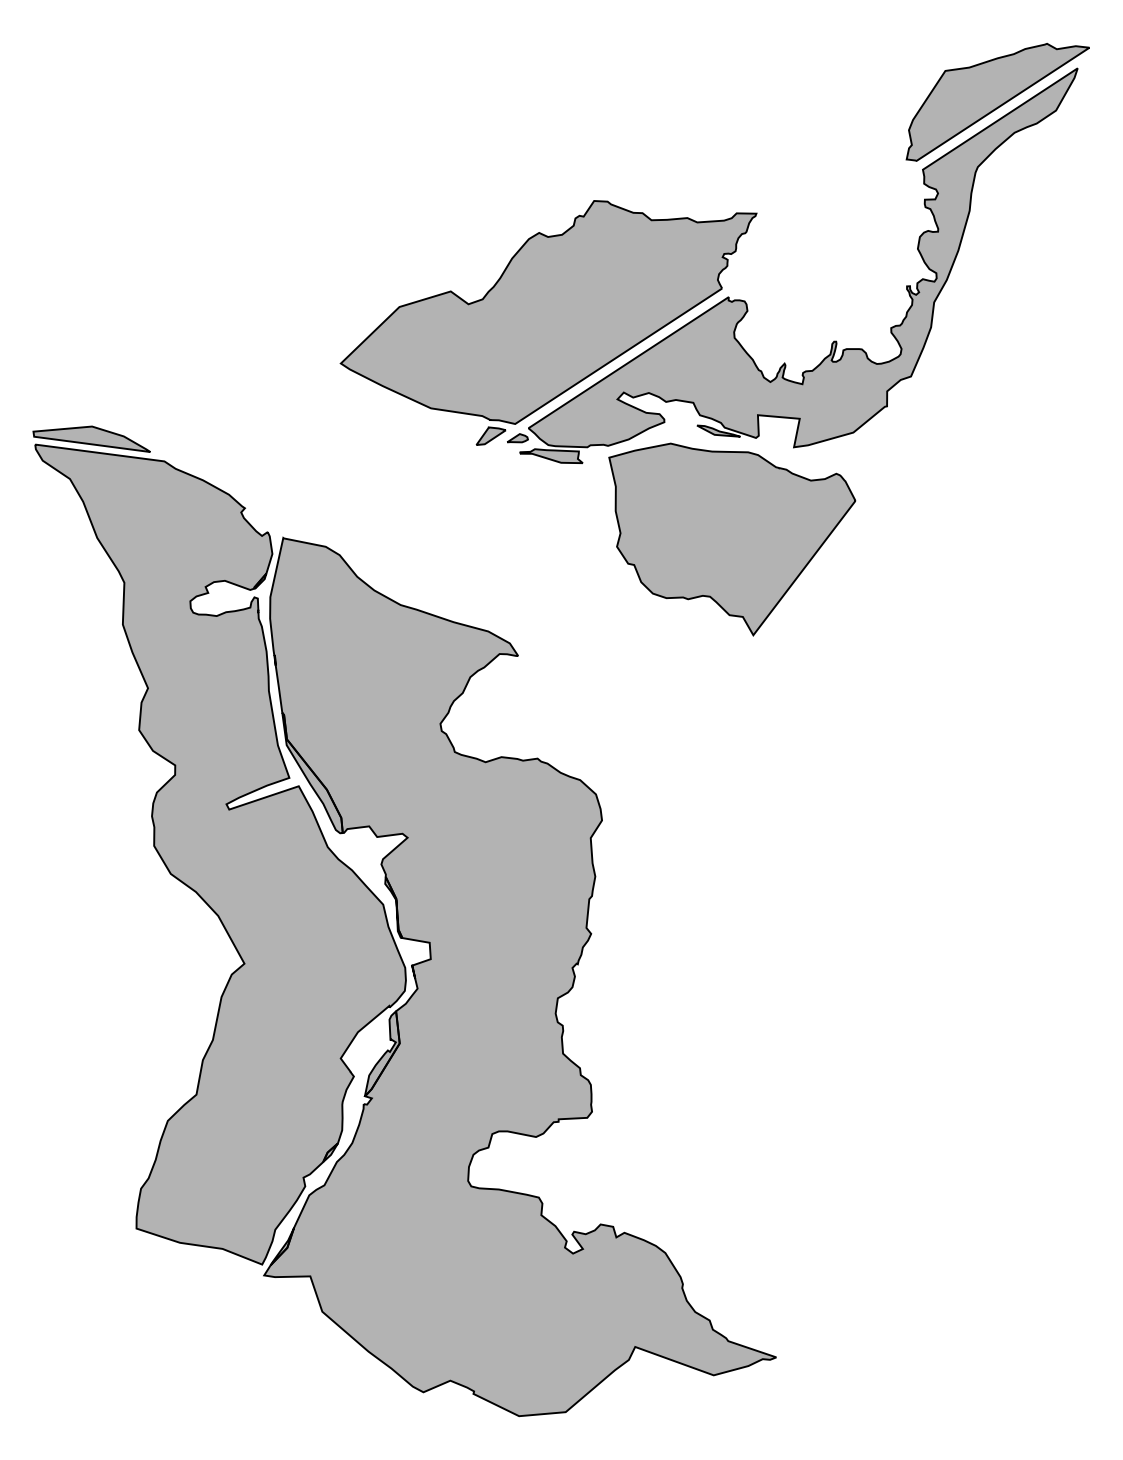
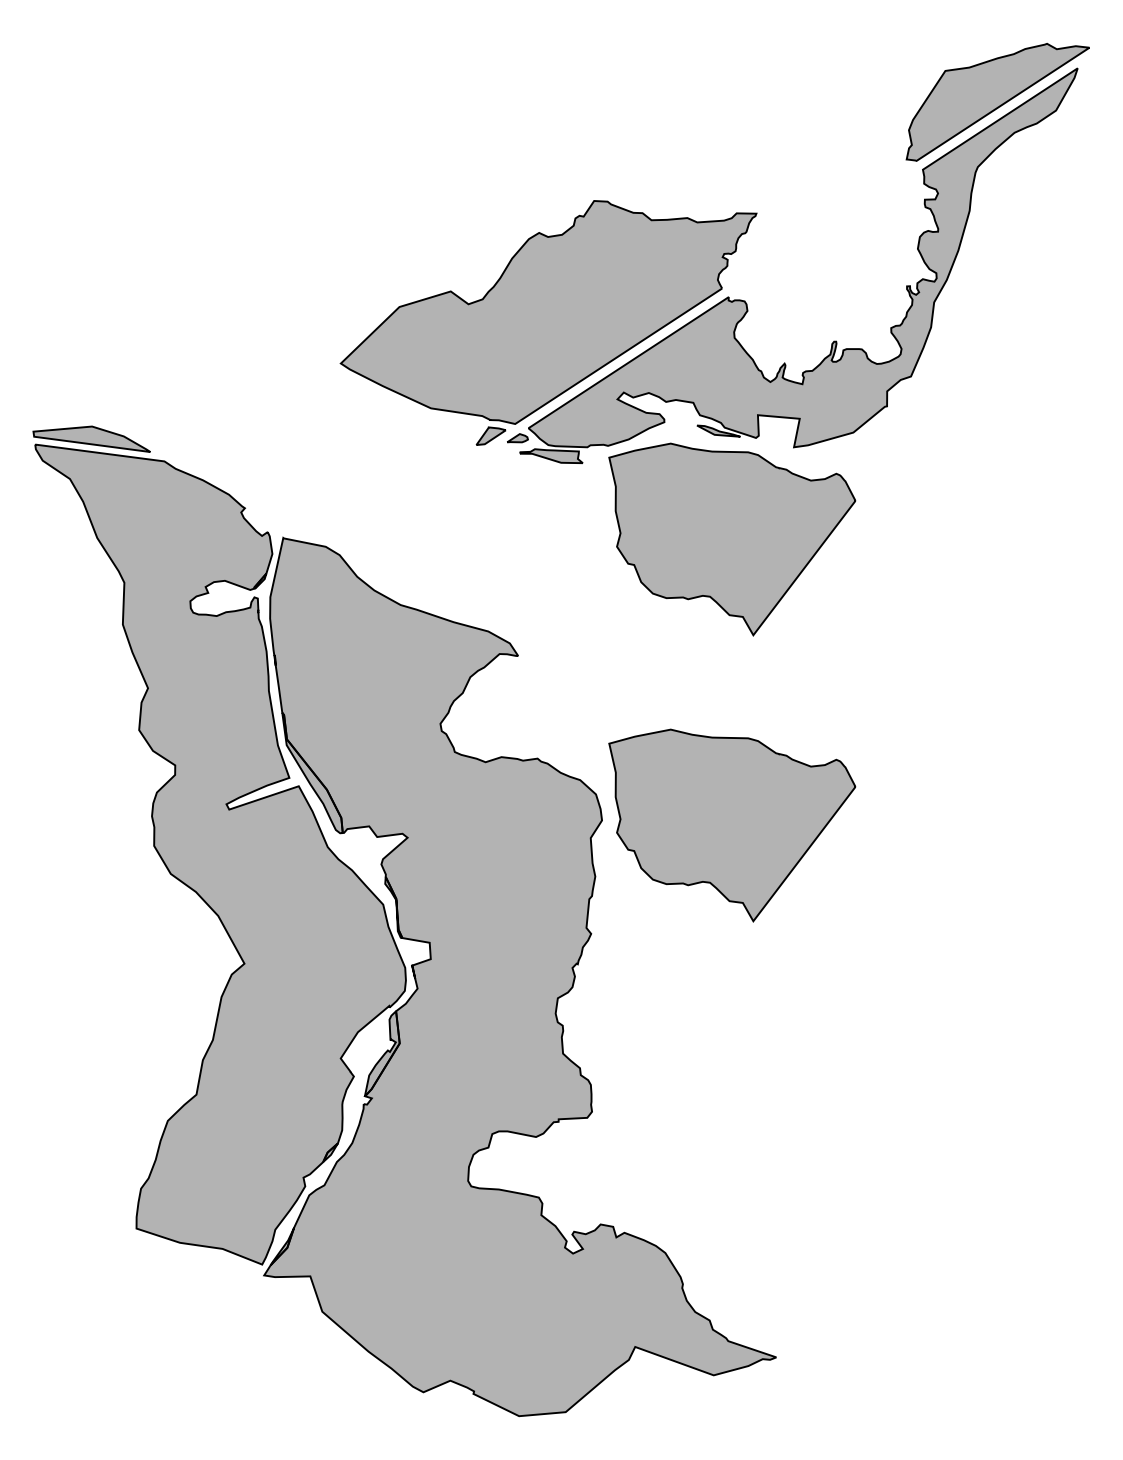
part at (732, 825): none -> present
